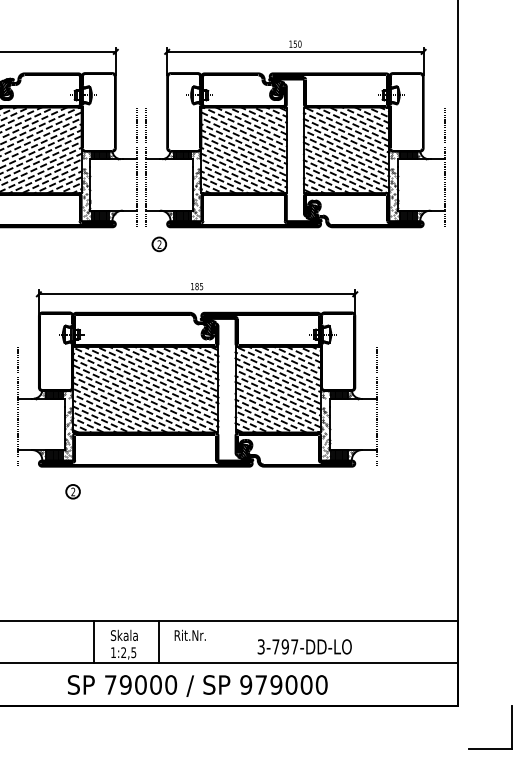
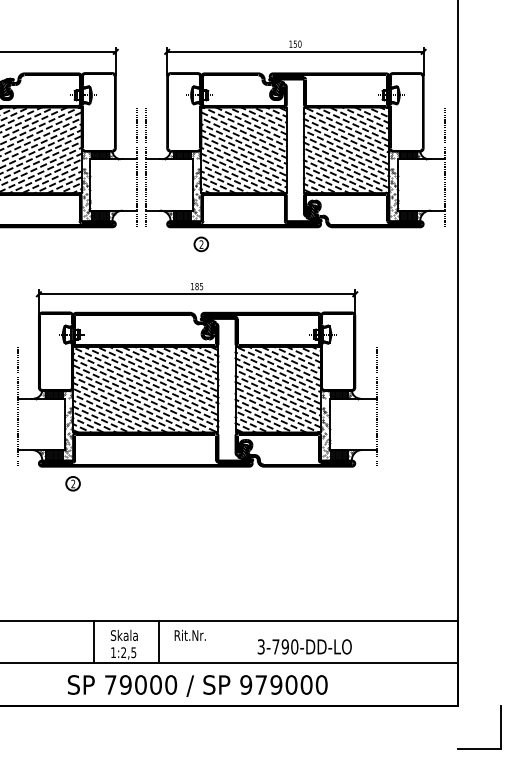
part at (159, 244) position: (159, 244) -> (201, 244)
part at (72, 491) position: (72, 491) -> (72, 483)
text at (294, 646): 3-797-DD-LO -> 3-790-DD-LO
part at (511, 727) position: (511, 727) -> (500, 727)
